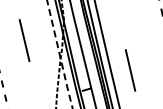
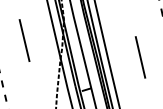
line at (59, 54): dashed -> solid
line at (130, 70) position: (130, 70) -> (140, 57)
